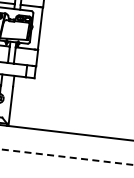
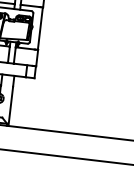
line at (66, 157): dashed -> solid
